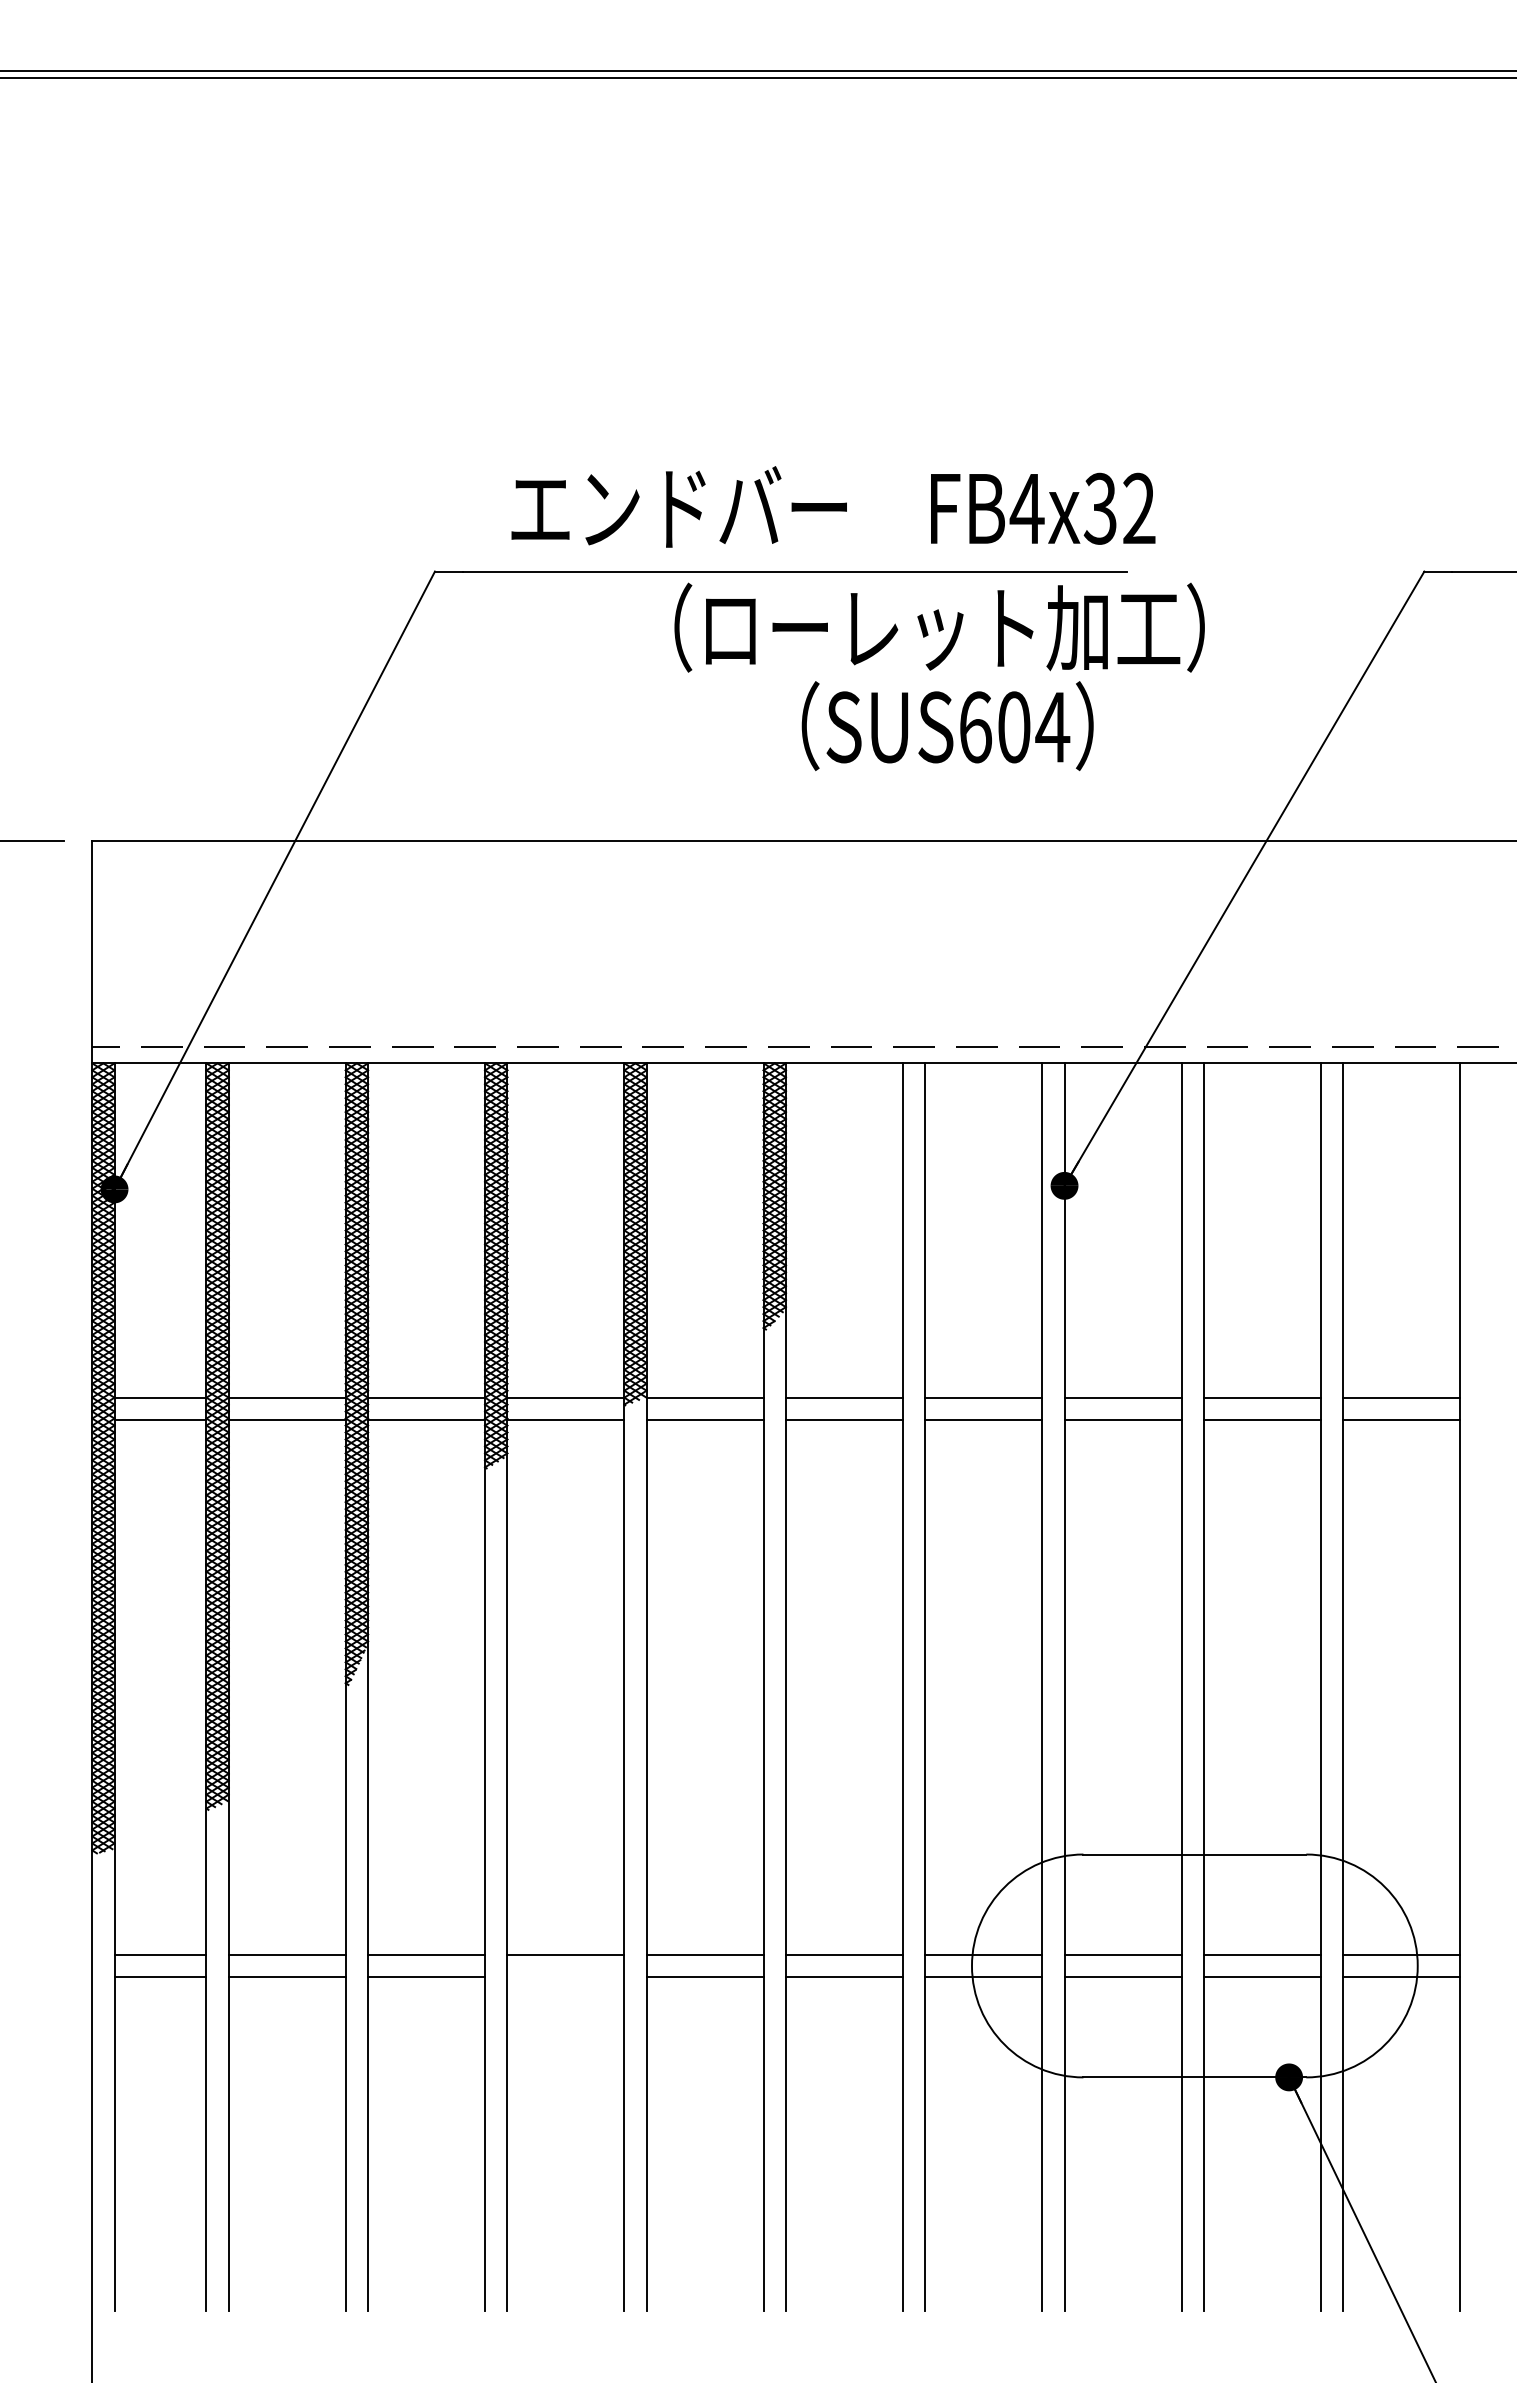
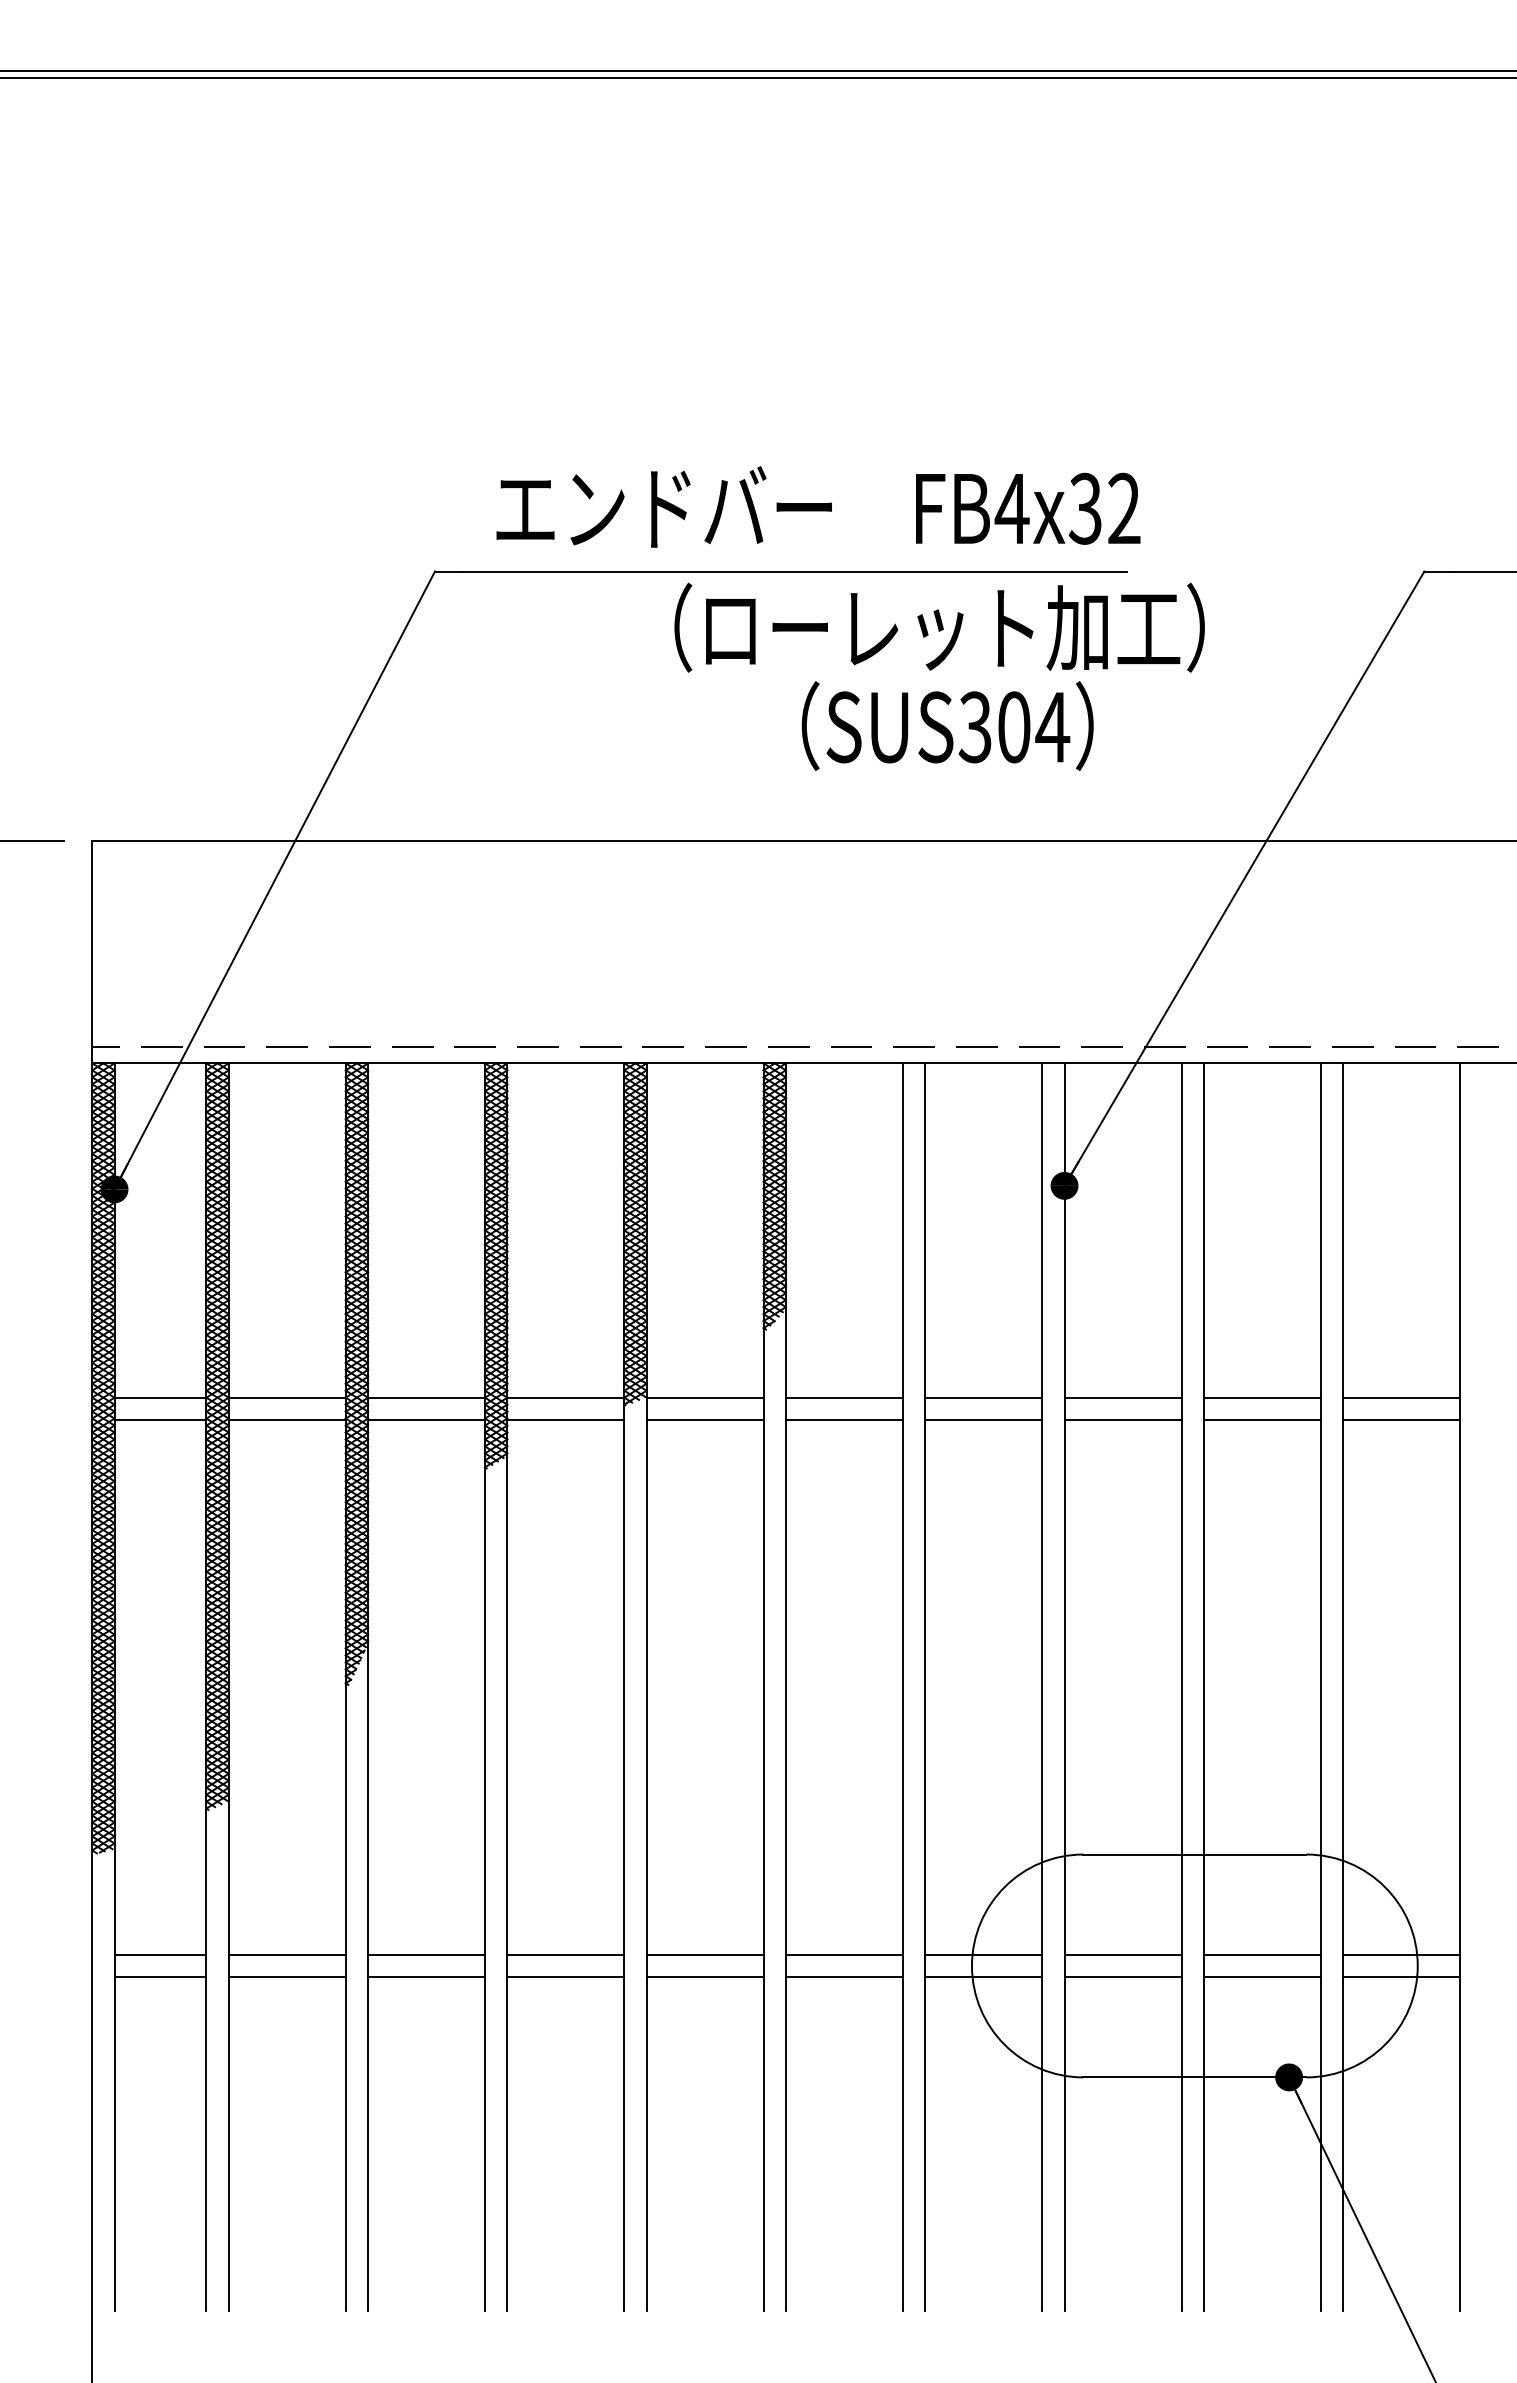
text at (833, 506) position: (833, 506) -> (818, 506)
text at (975, 727): SUS604 -> SUS304
line at (565, 1977): none -> present
